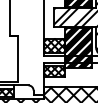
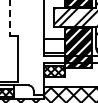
line at (10, 18): solid -> dashed
hatch at (53, 45): present -> none
